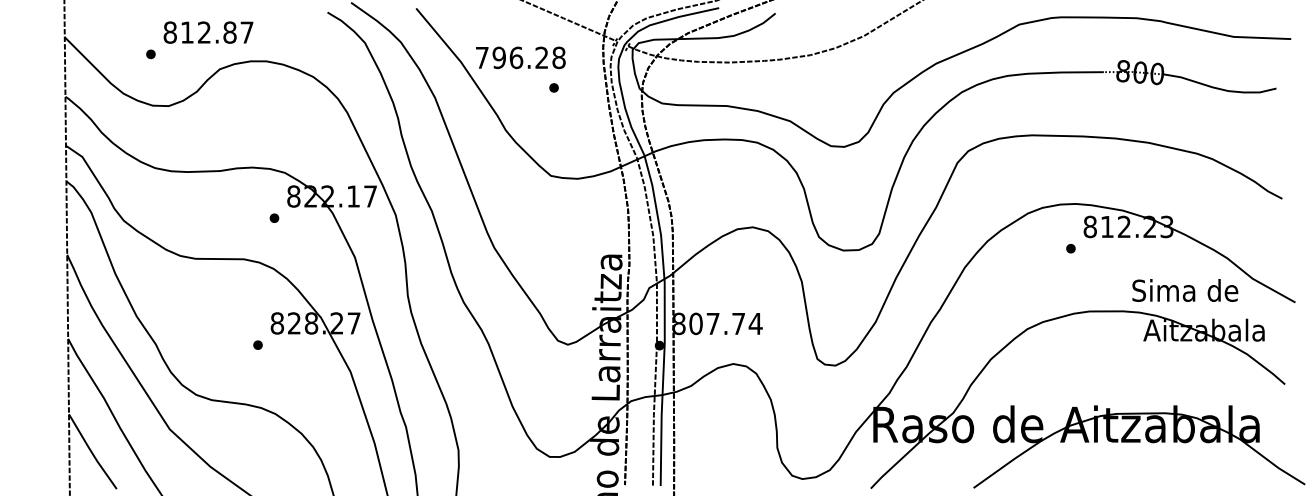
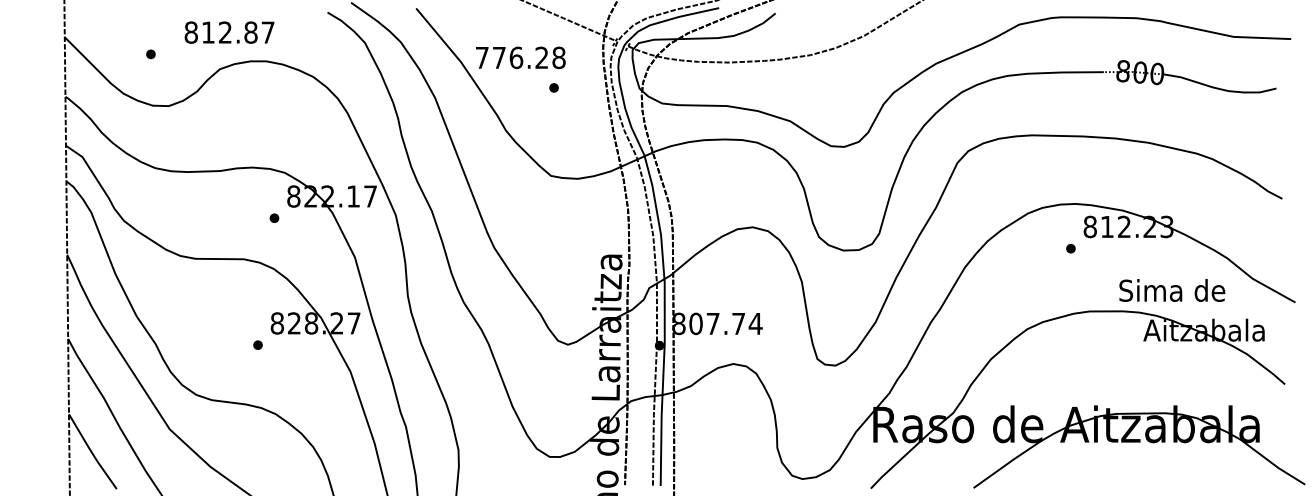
text at (208, 32) position: (208, 32) -> (229, 32)
text at (498, 57): 796.28 -> 776.28
text at (1185, 290) position: (1185, 290) -> (1172, 290)
